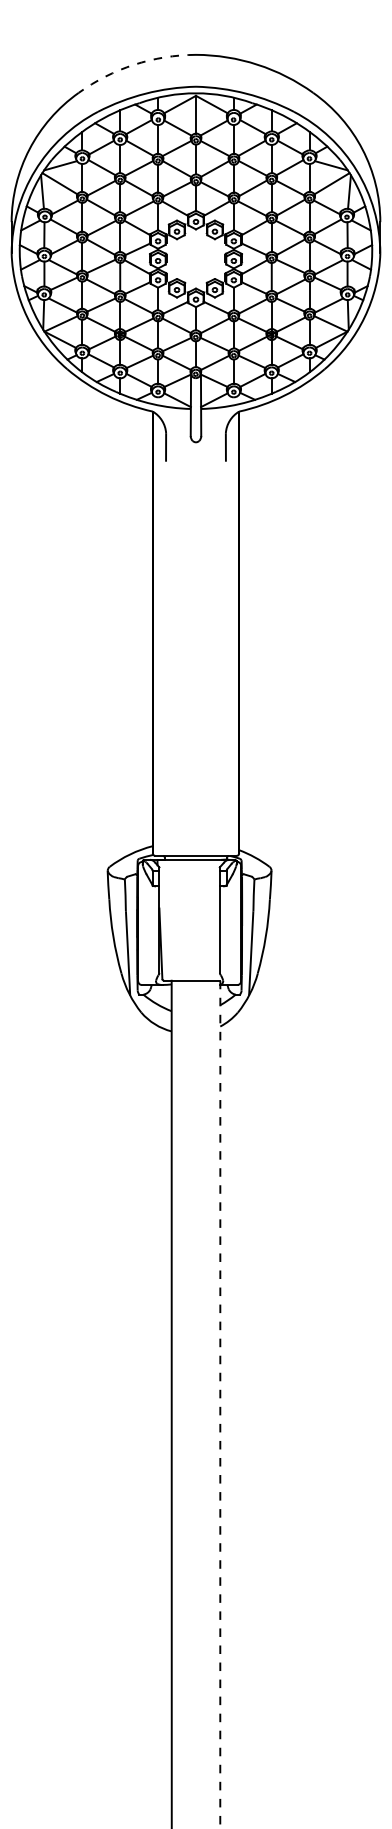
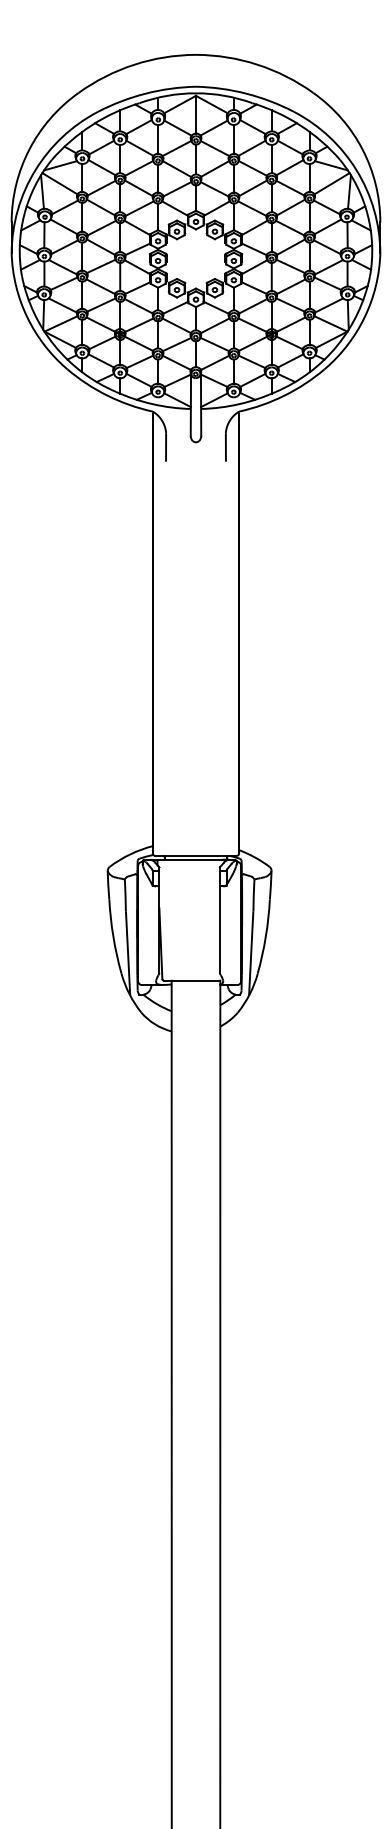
arc at (134, 64): dashed -> solid
line at (220, 1404): dashed -> solid
